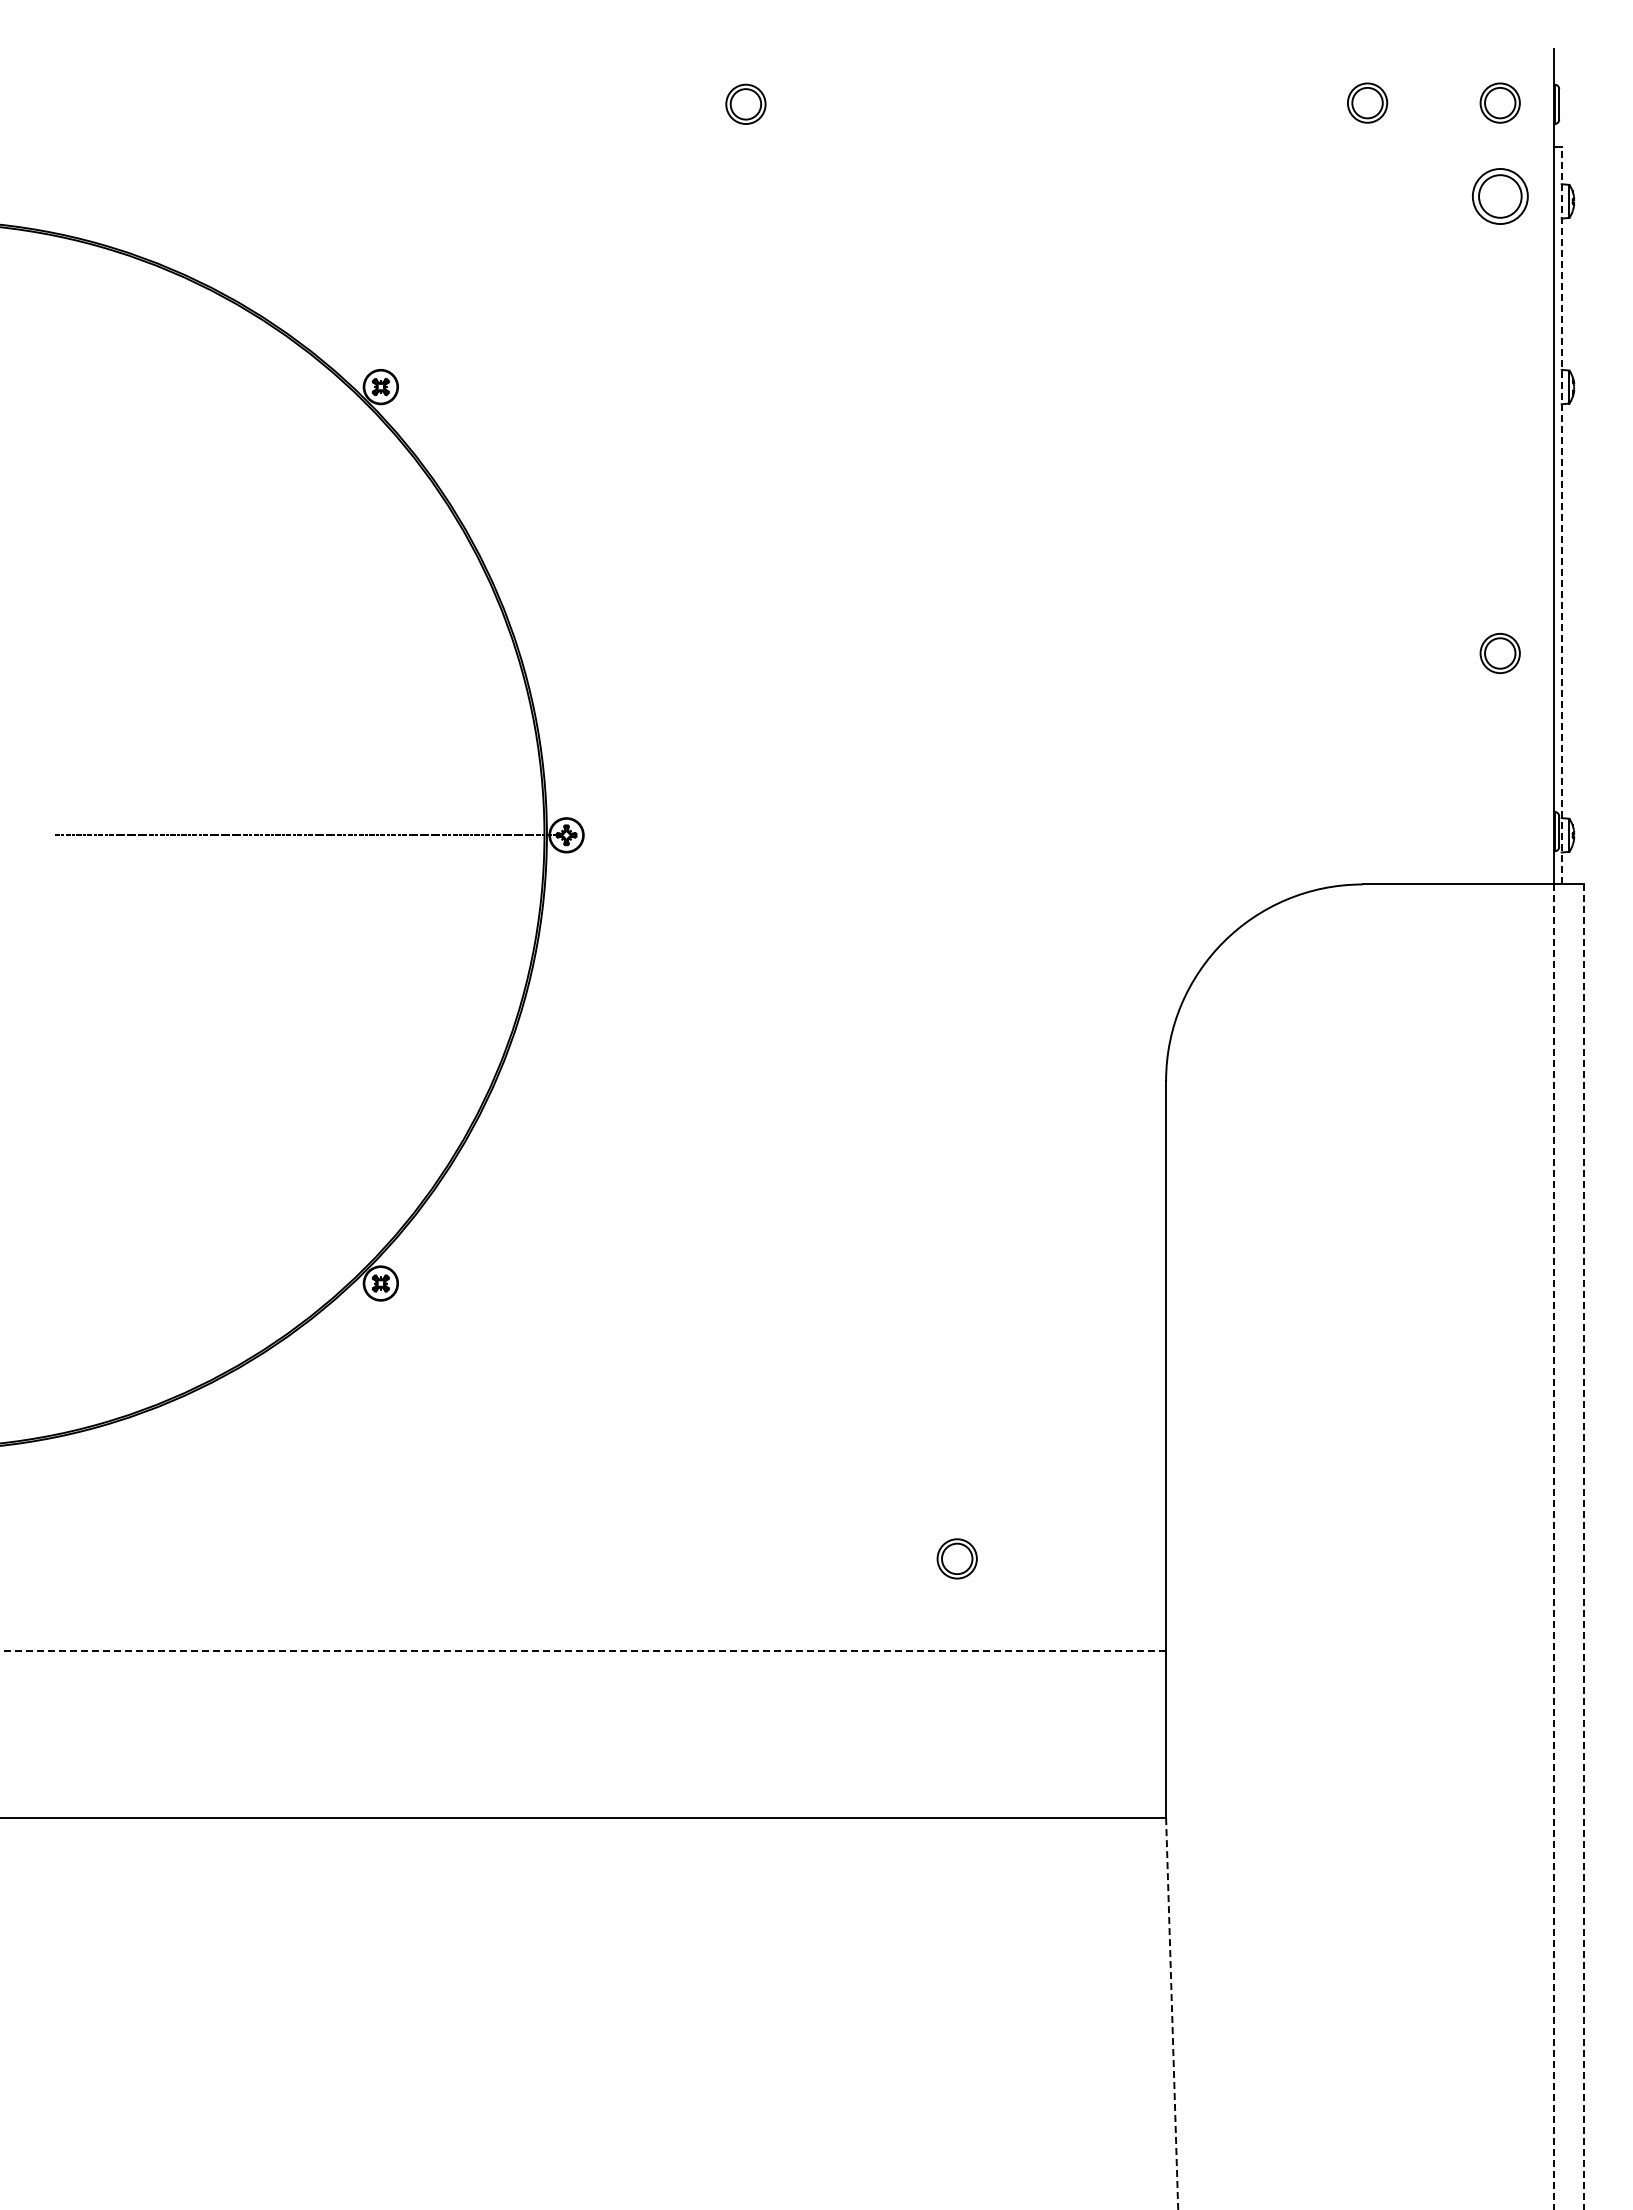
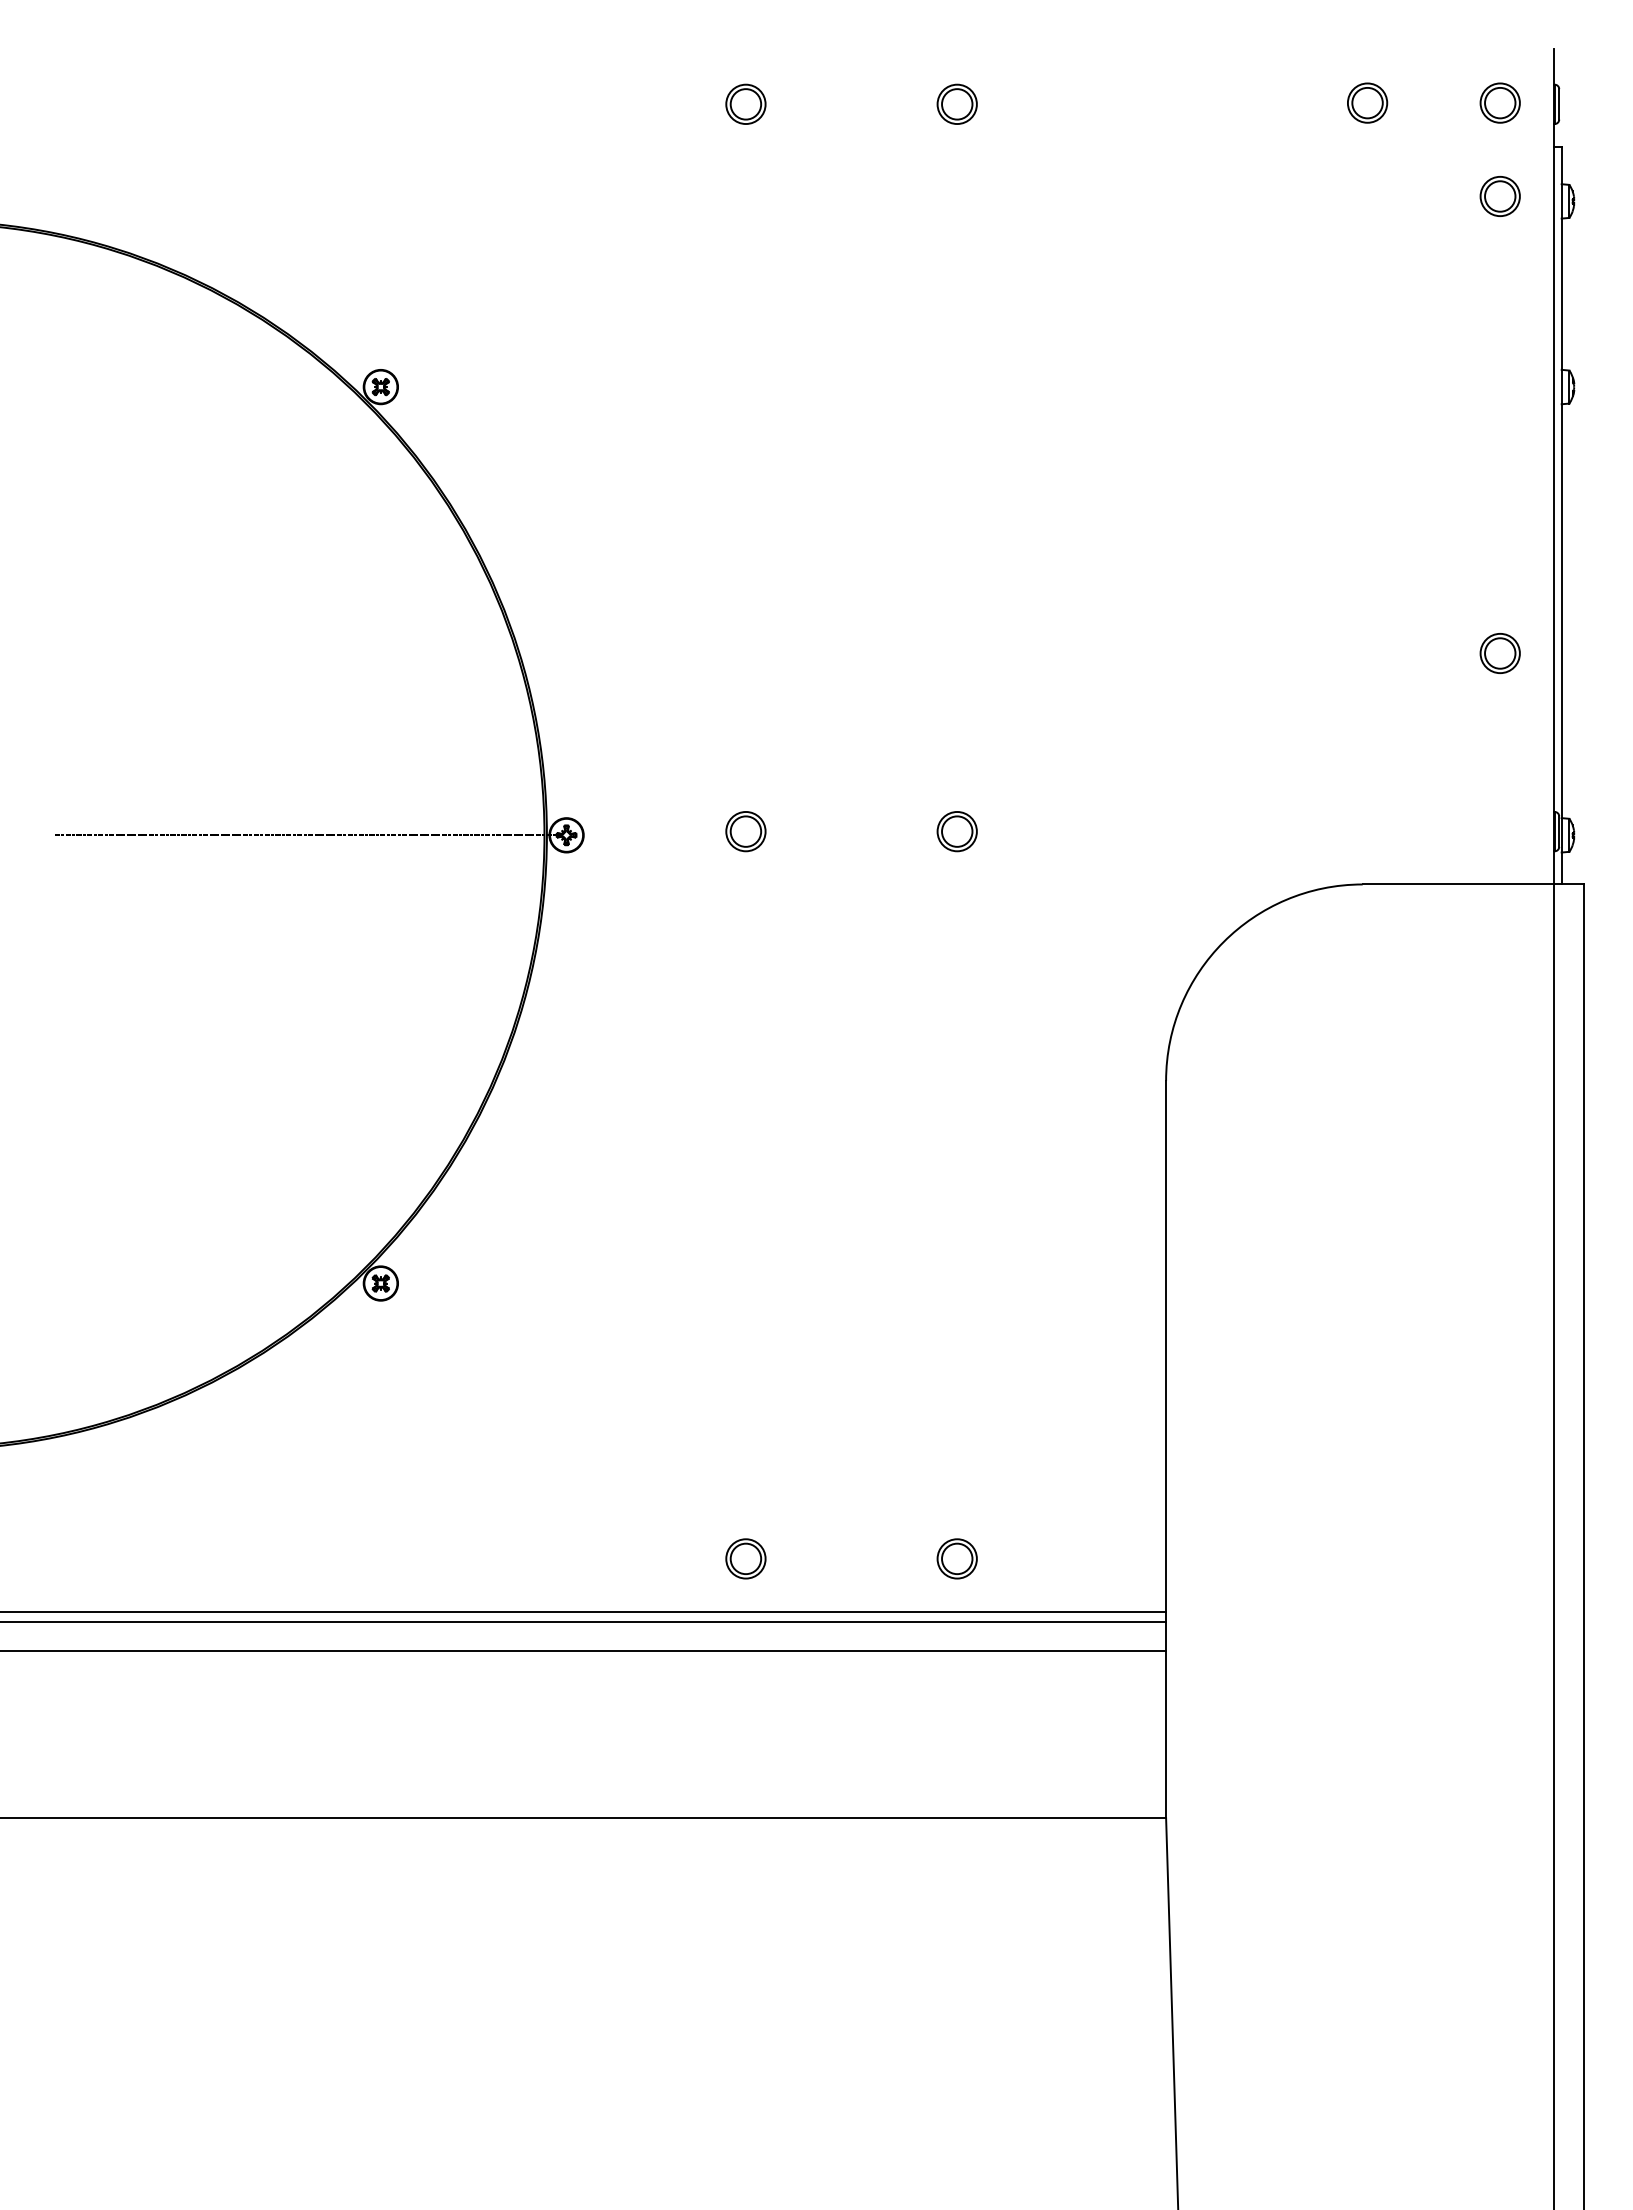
part at (956, 103): none -> present
part at (1500, 196) size: 57x57 px -> 42x41 px
line at (1561, 515): dashed -> solid
part at (745, 831): none -> present
part at (956, 831): none -> present
line at (1554, 1547): dashed -> solid
line at (1583, 1547): dashed -> solid
part at (745, 1558): none -> present
line at (584, 1611): none -> present
line at (584, 1621): none -> present
line at (583, 1651): dashed -> solid
line at (1172, 2014): dashed -> solid
